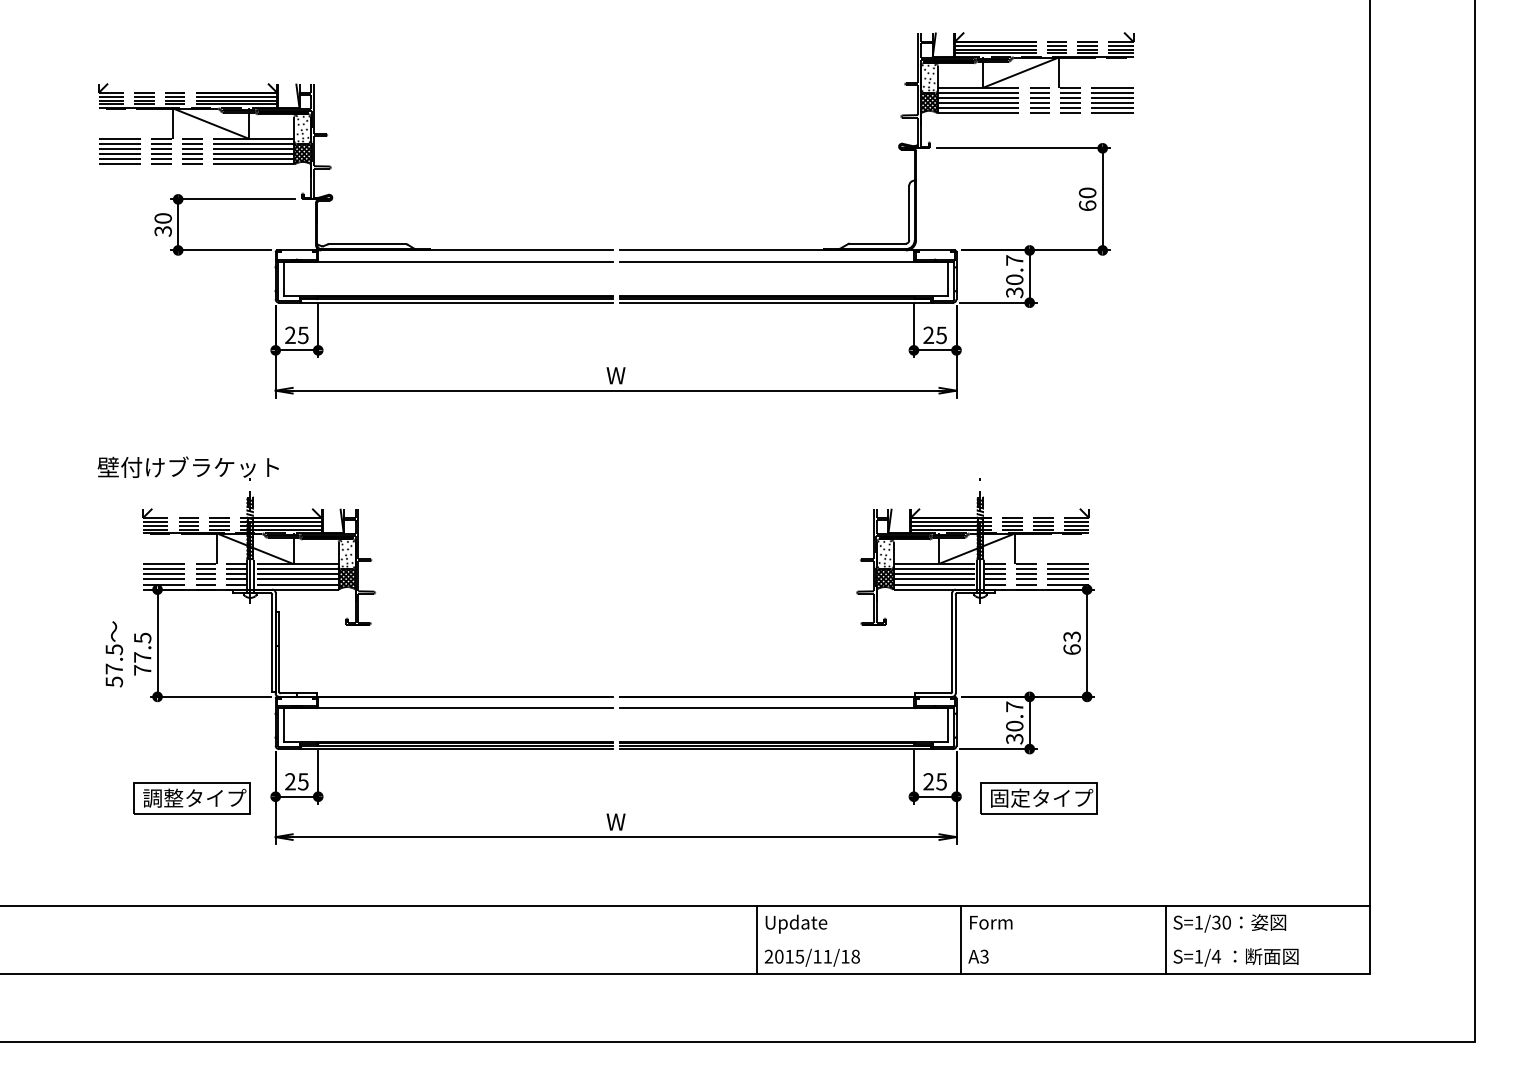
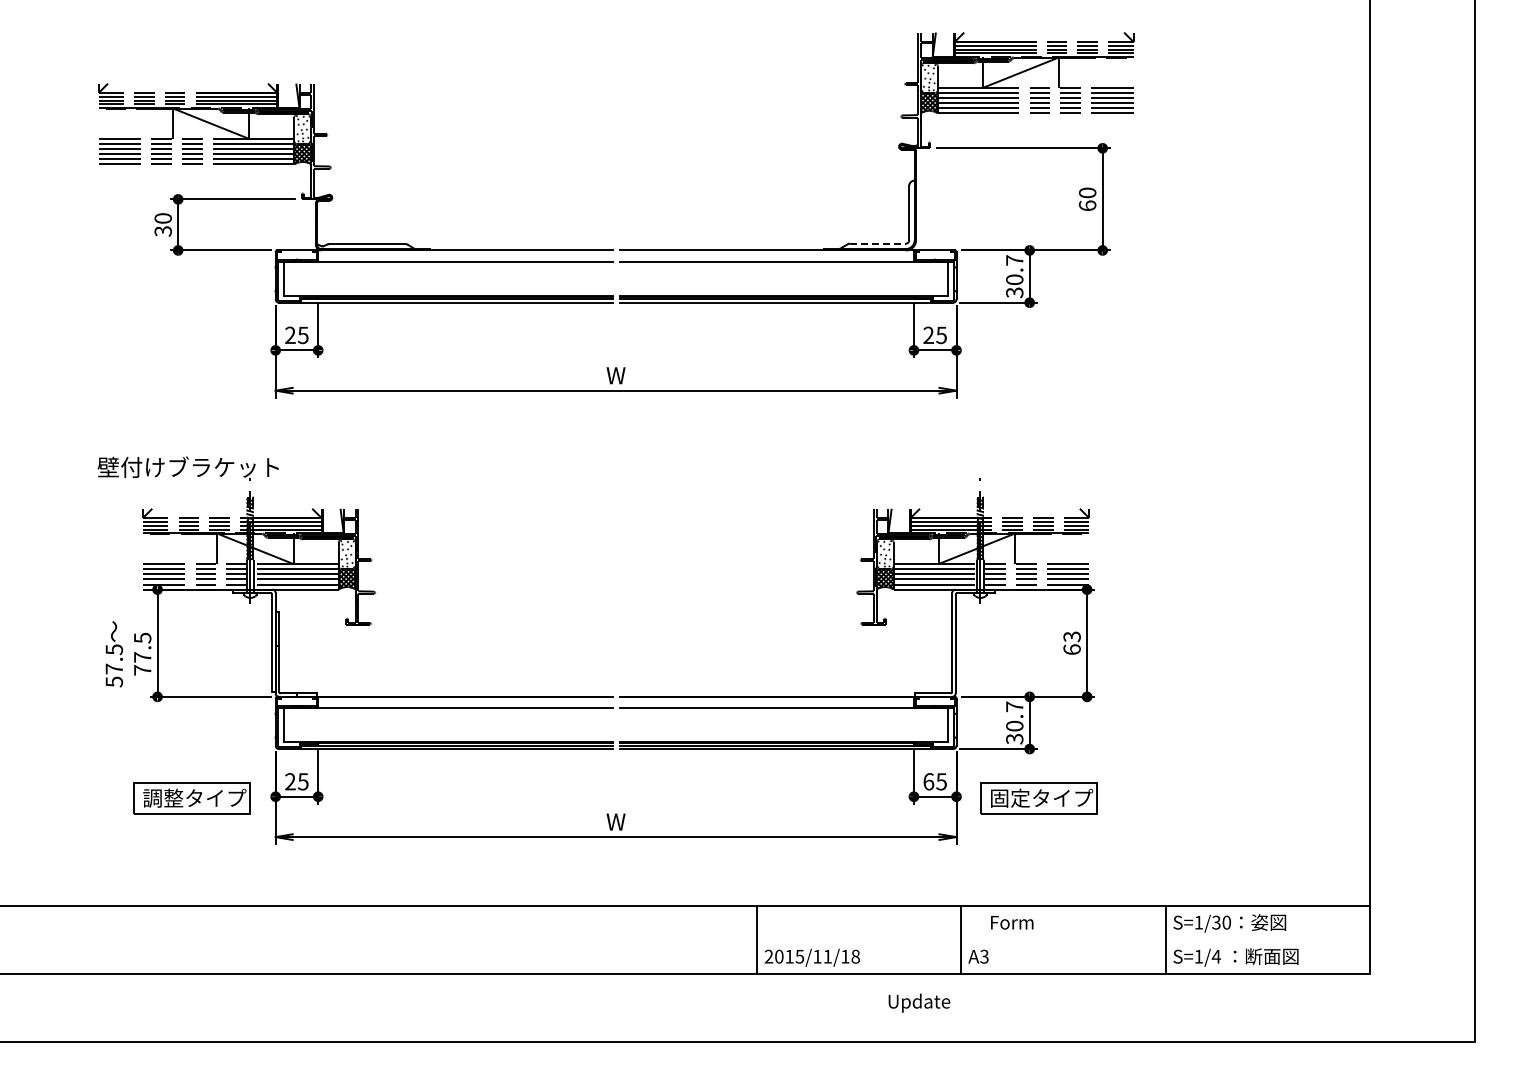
line at (878, 243): solid -> dashed
text at (928, 781): 25 -> 65
text at (991, 922) position: (991, 922) -> (1012, 922)
text at (796, 923) position: (796, 923) -> (919, 1002)
